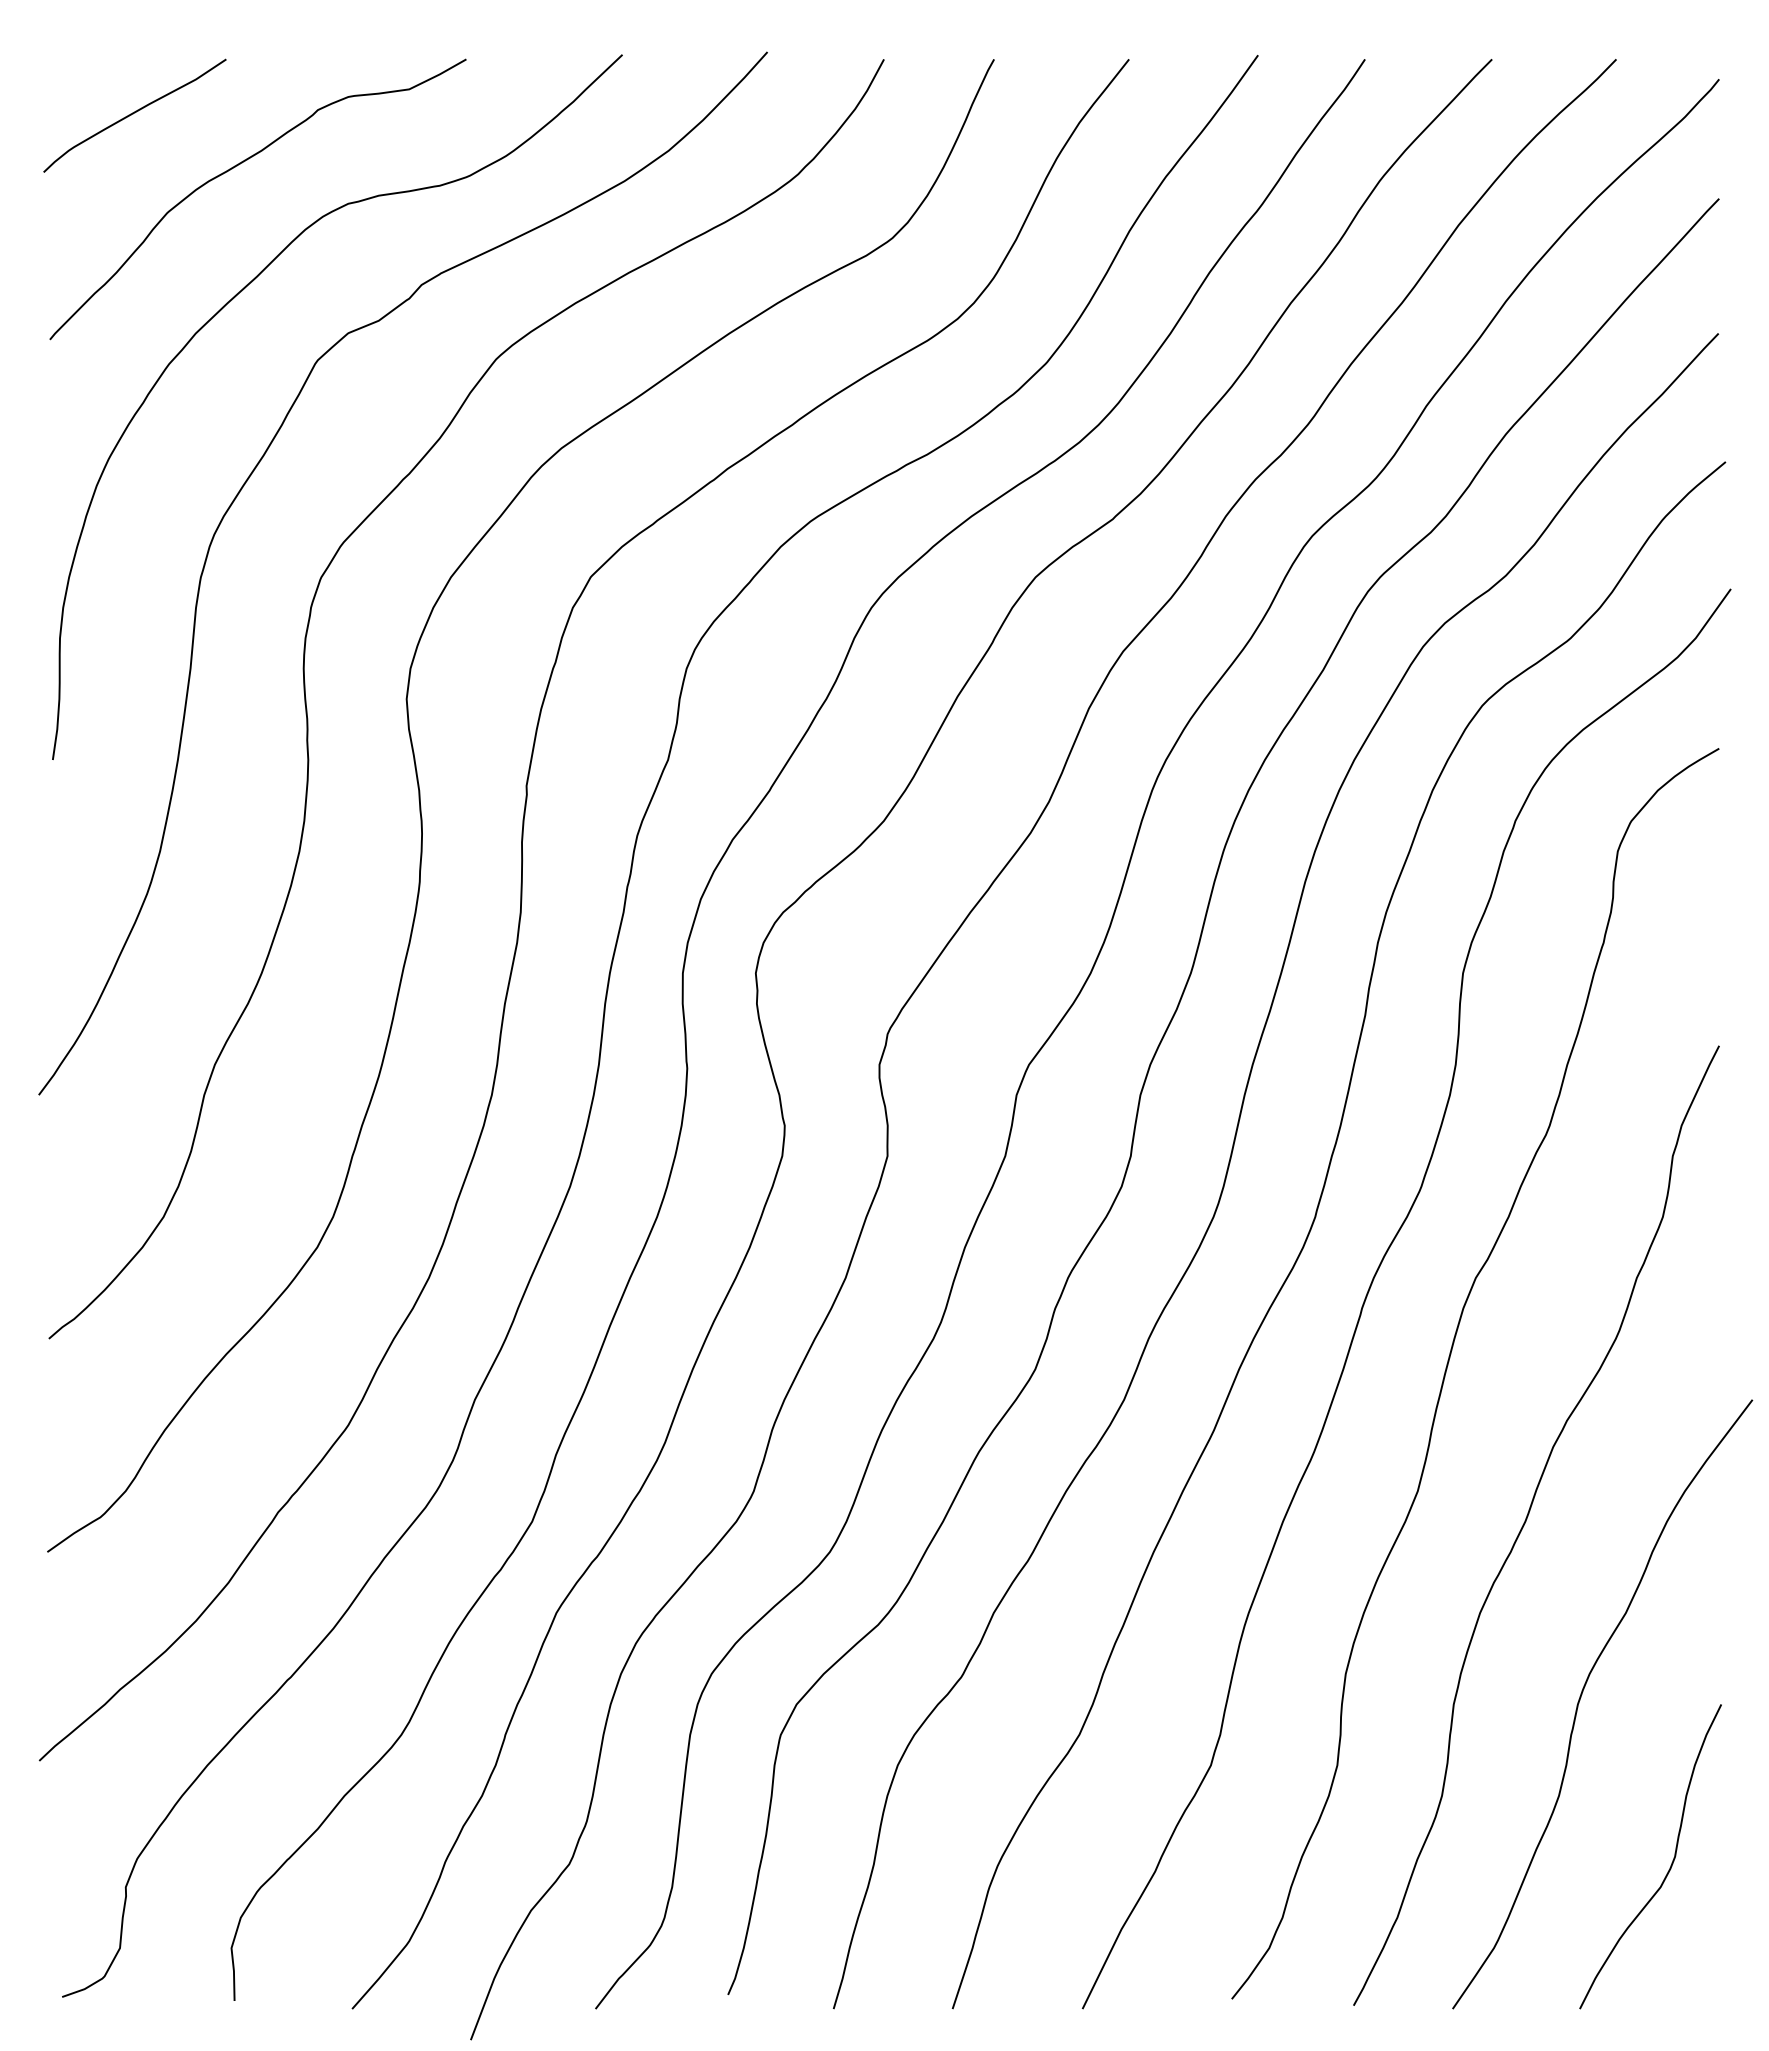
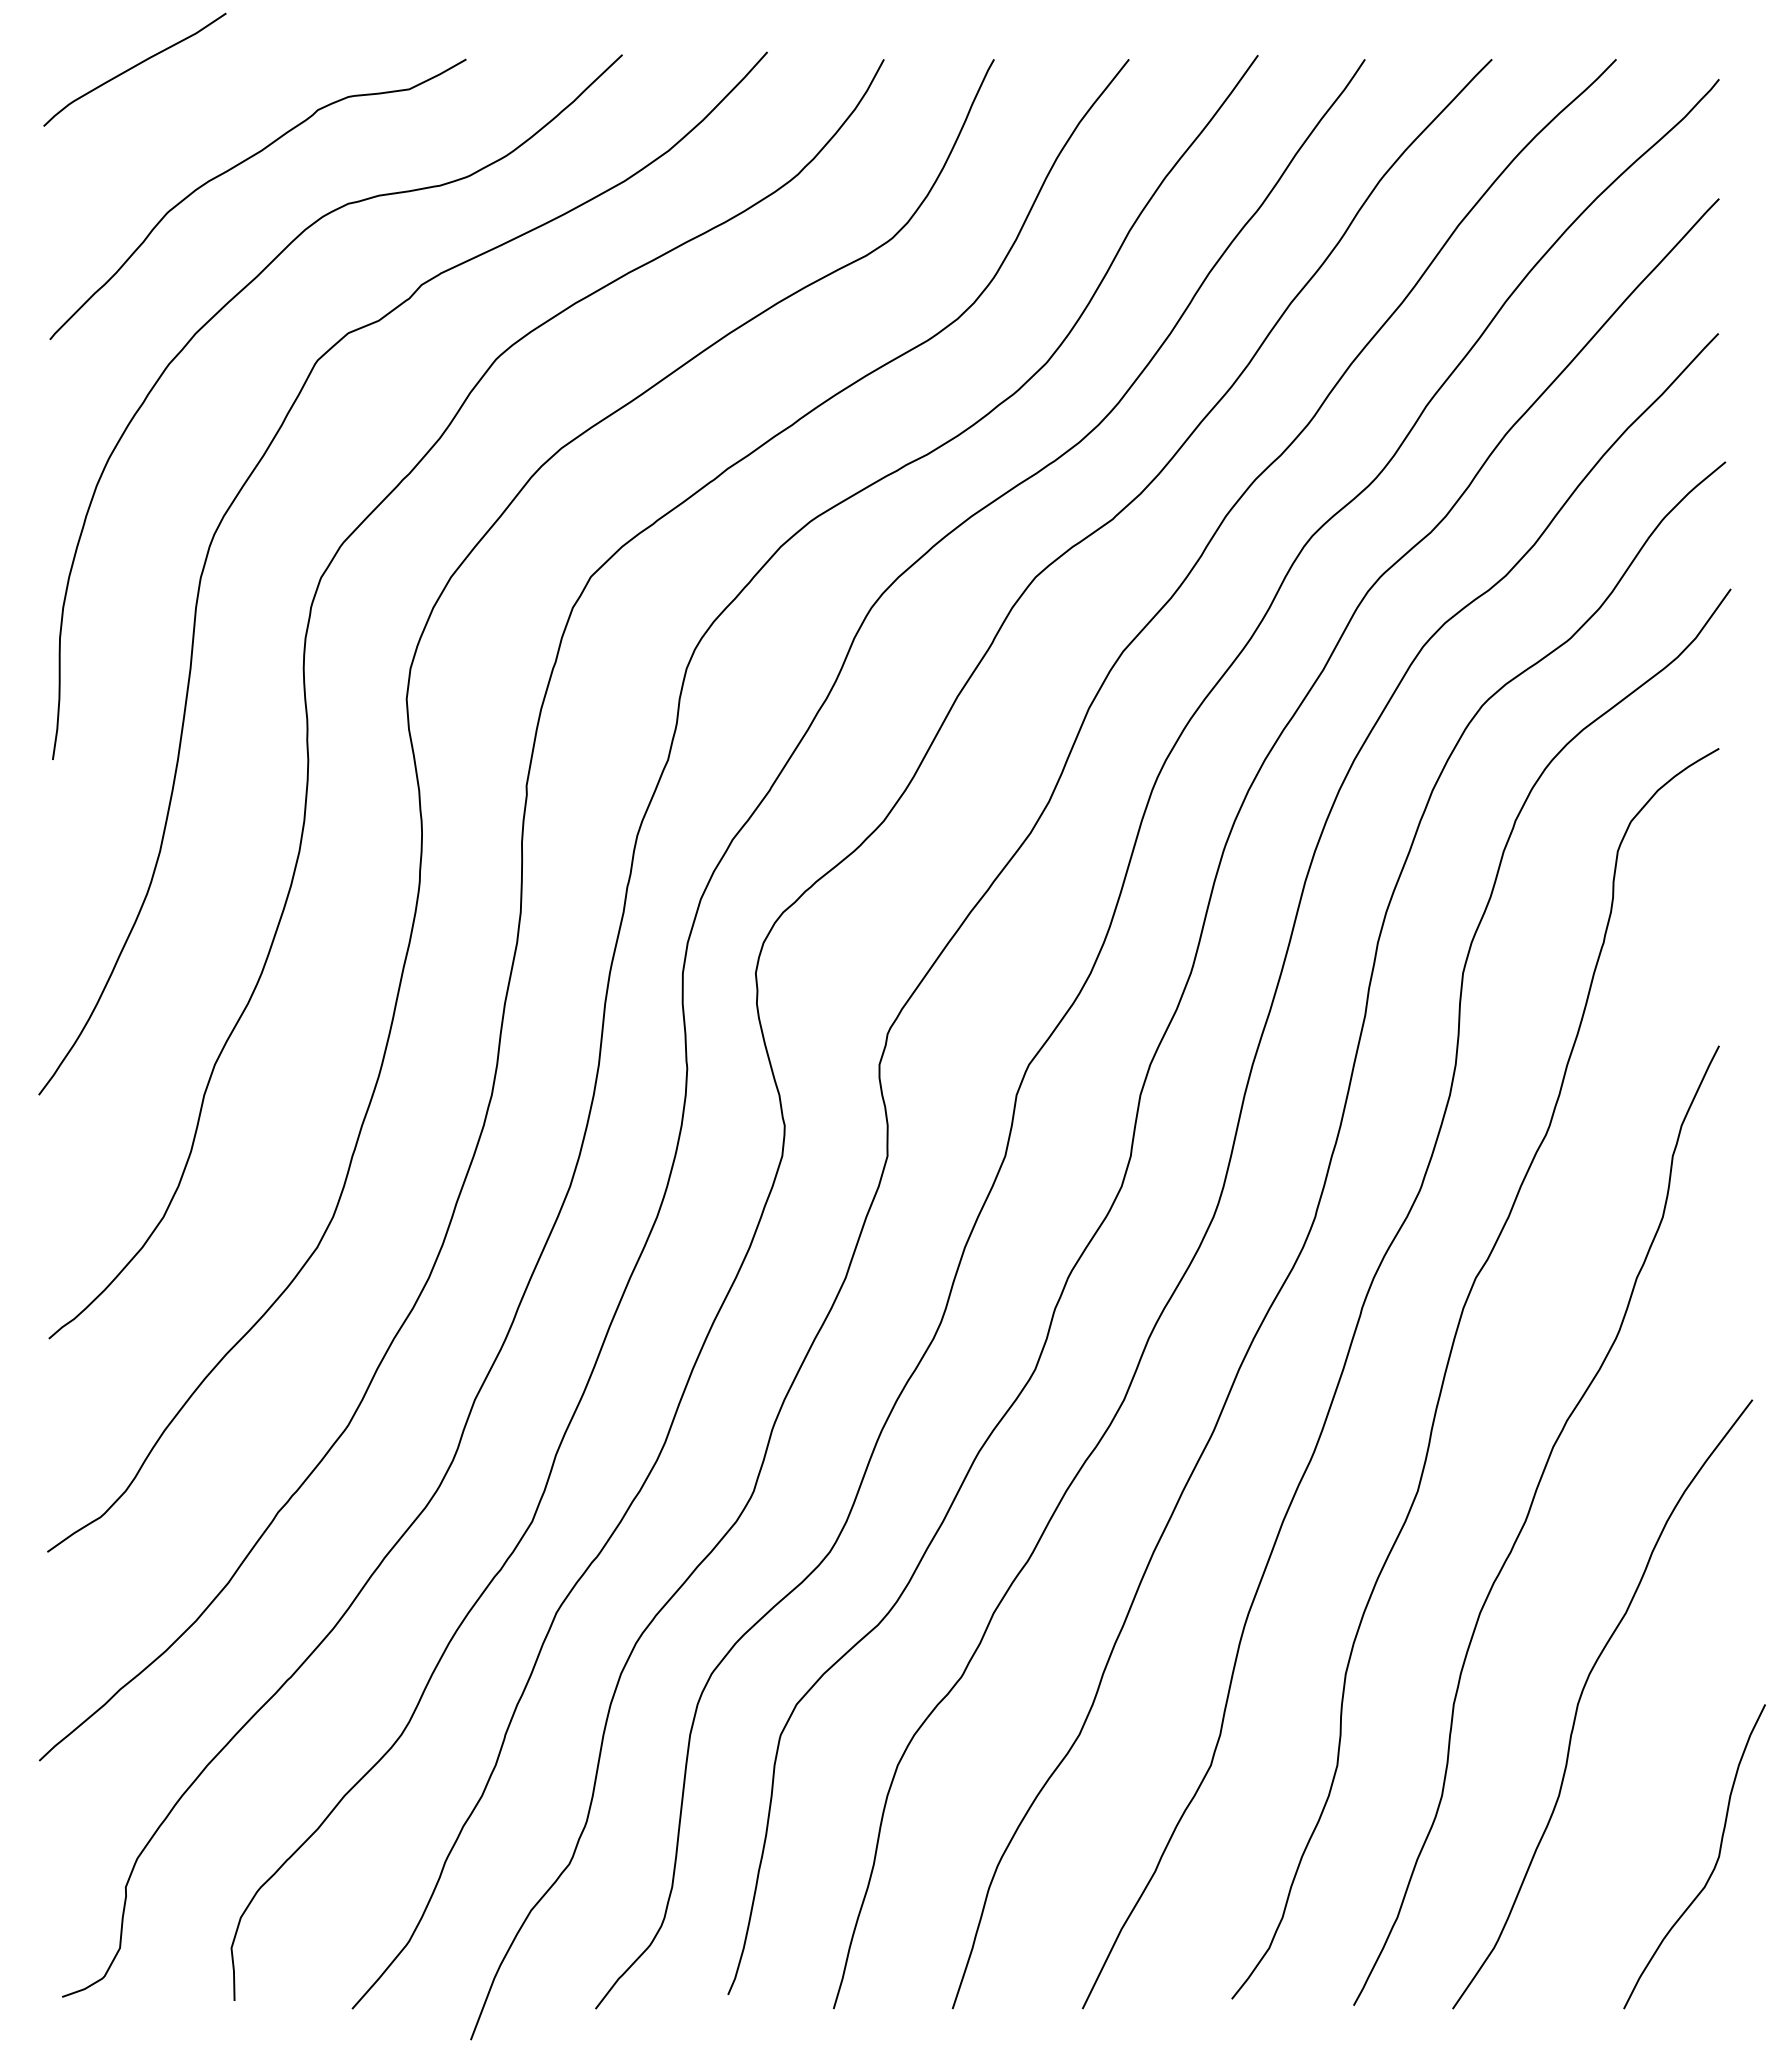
curve at (133, 114) position: (133, 114) -> (133, 68)
curve at (1671, 1862) position: (1671, 1862) -> (1715, 1862)
